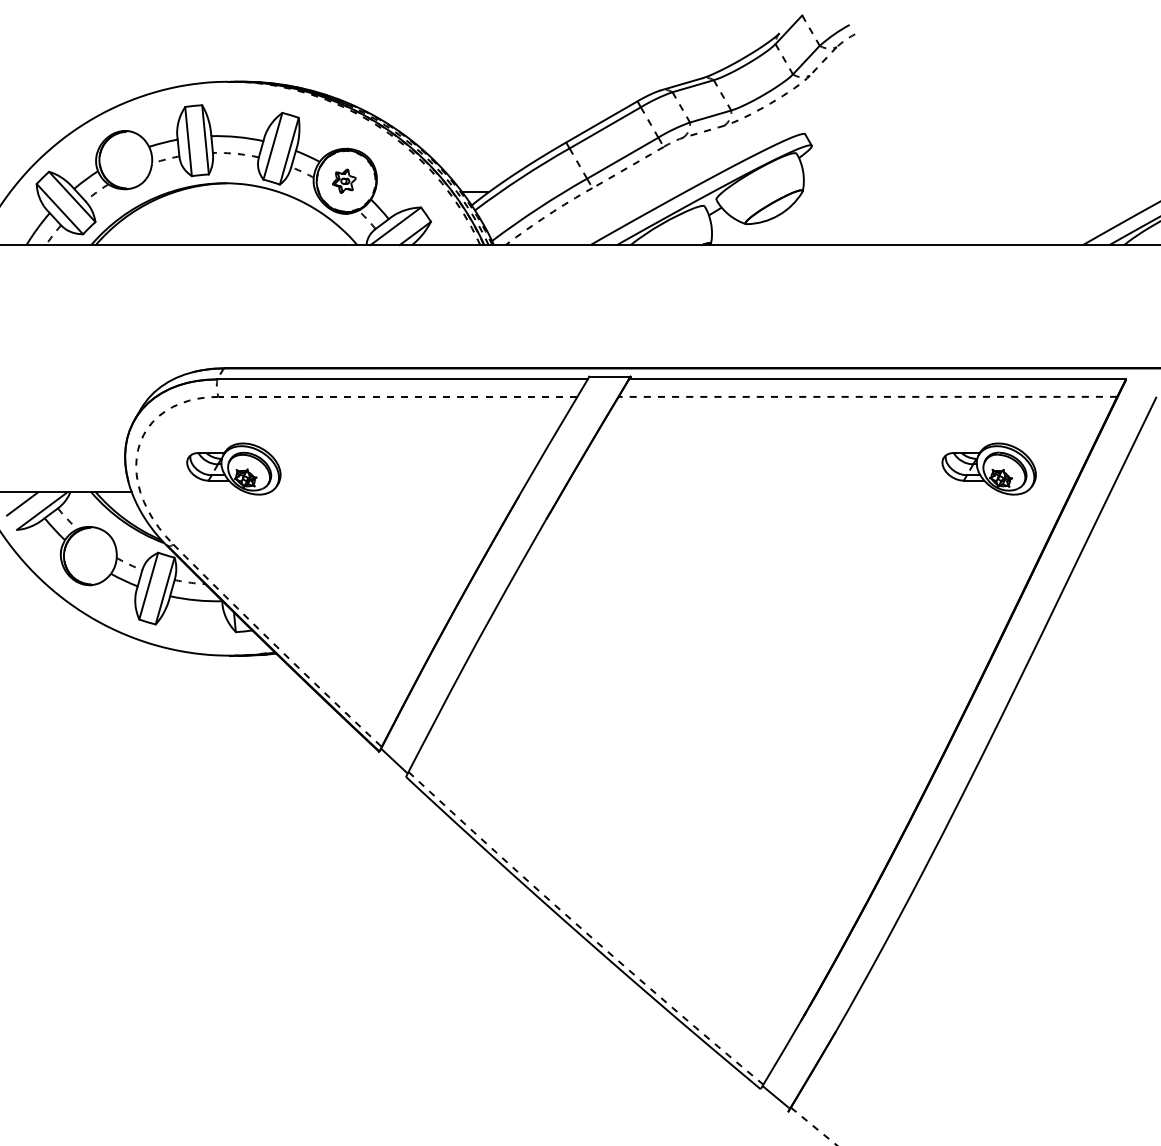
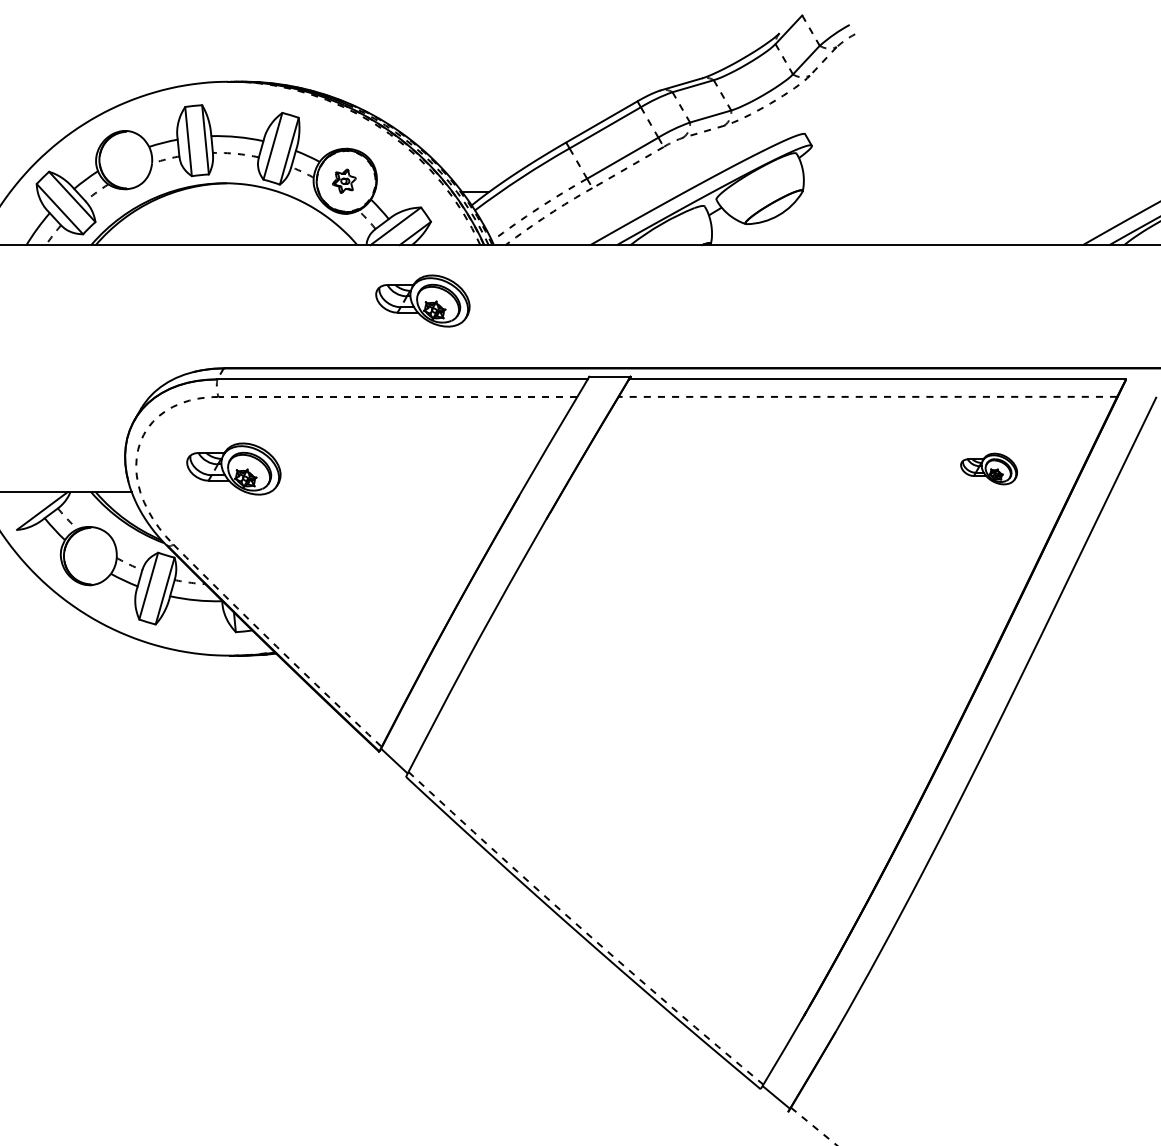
arc at (538, 208): solid -> dashed
part at (422, 300): none -> present
part at (988, 468) size: 96x54 px -> 58x34 px
line at (22, 503): present -> none
